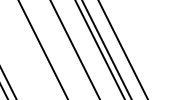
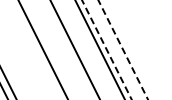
line at (123, 49): solid -> dashed
line at (107, 50): solid -> dashed
